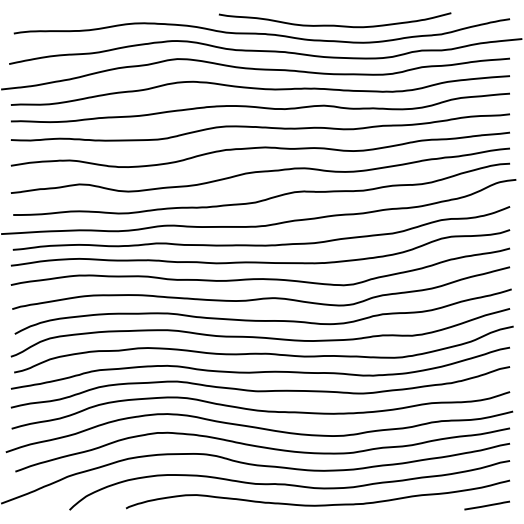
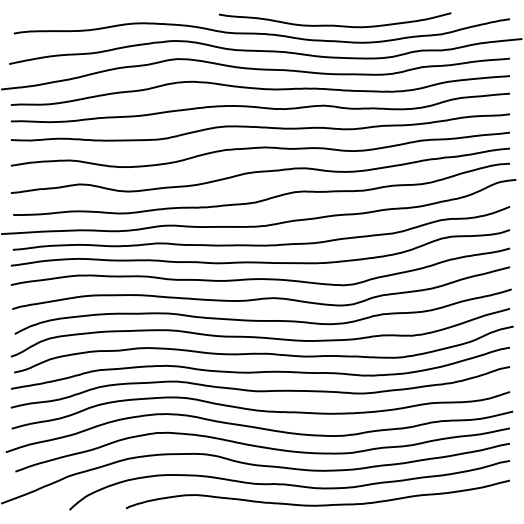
line at (486, 505): present -> none
